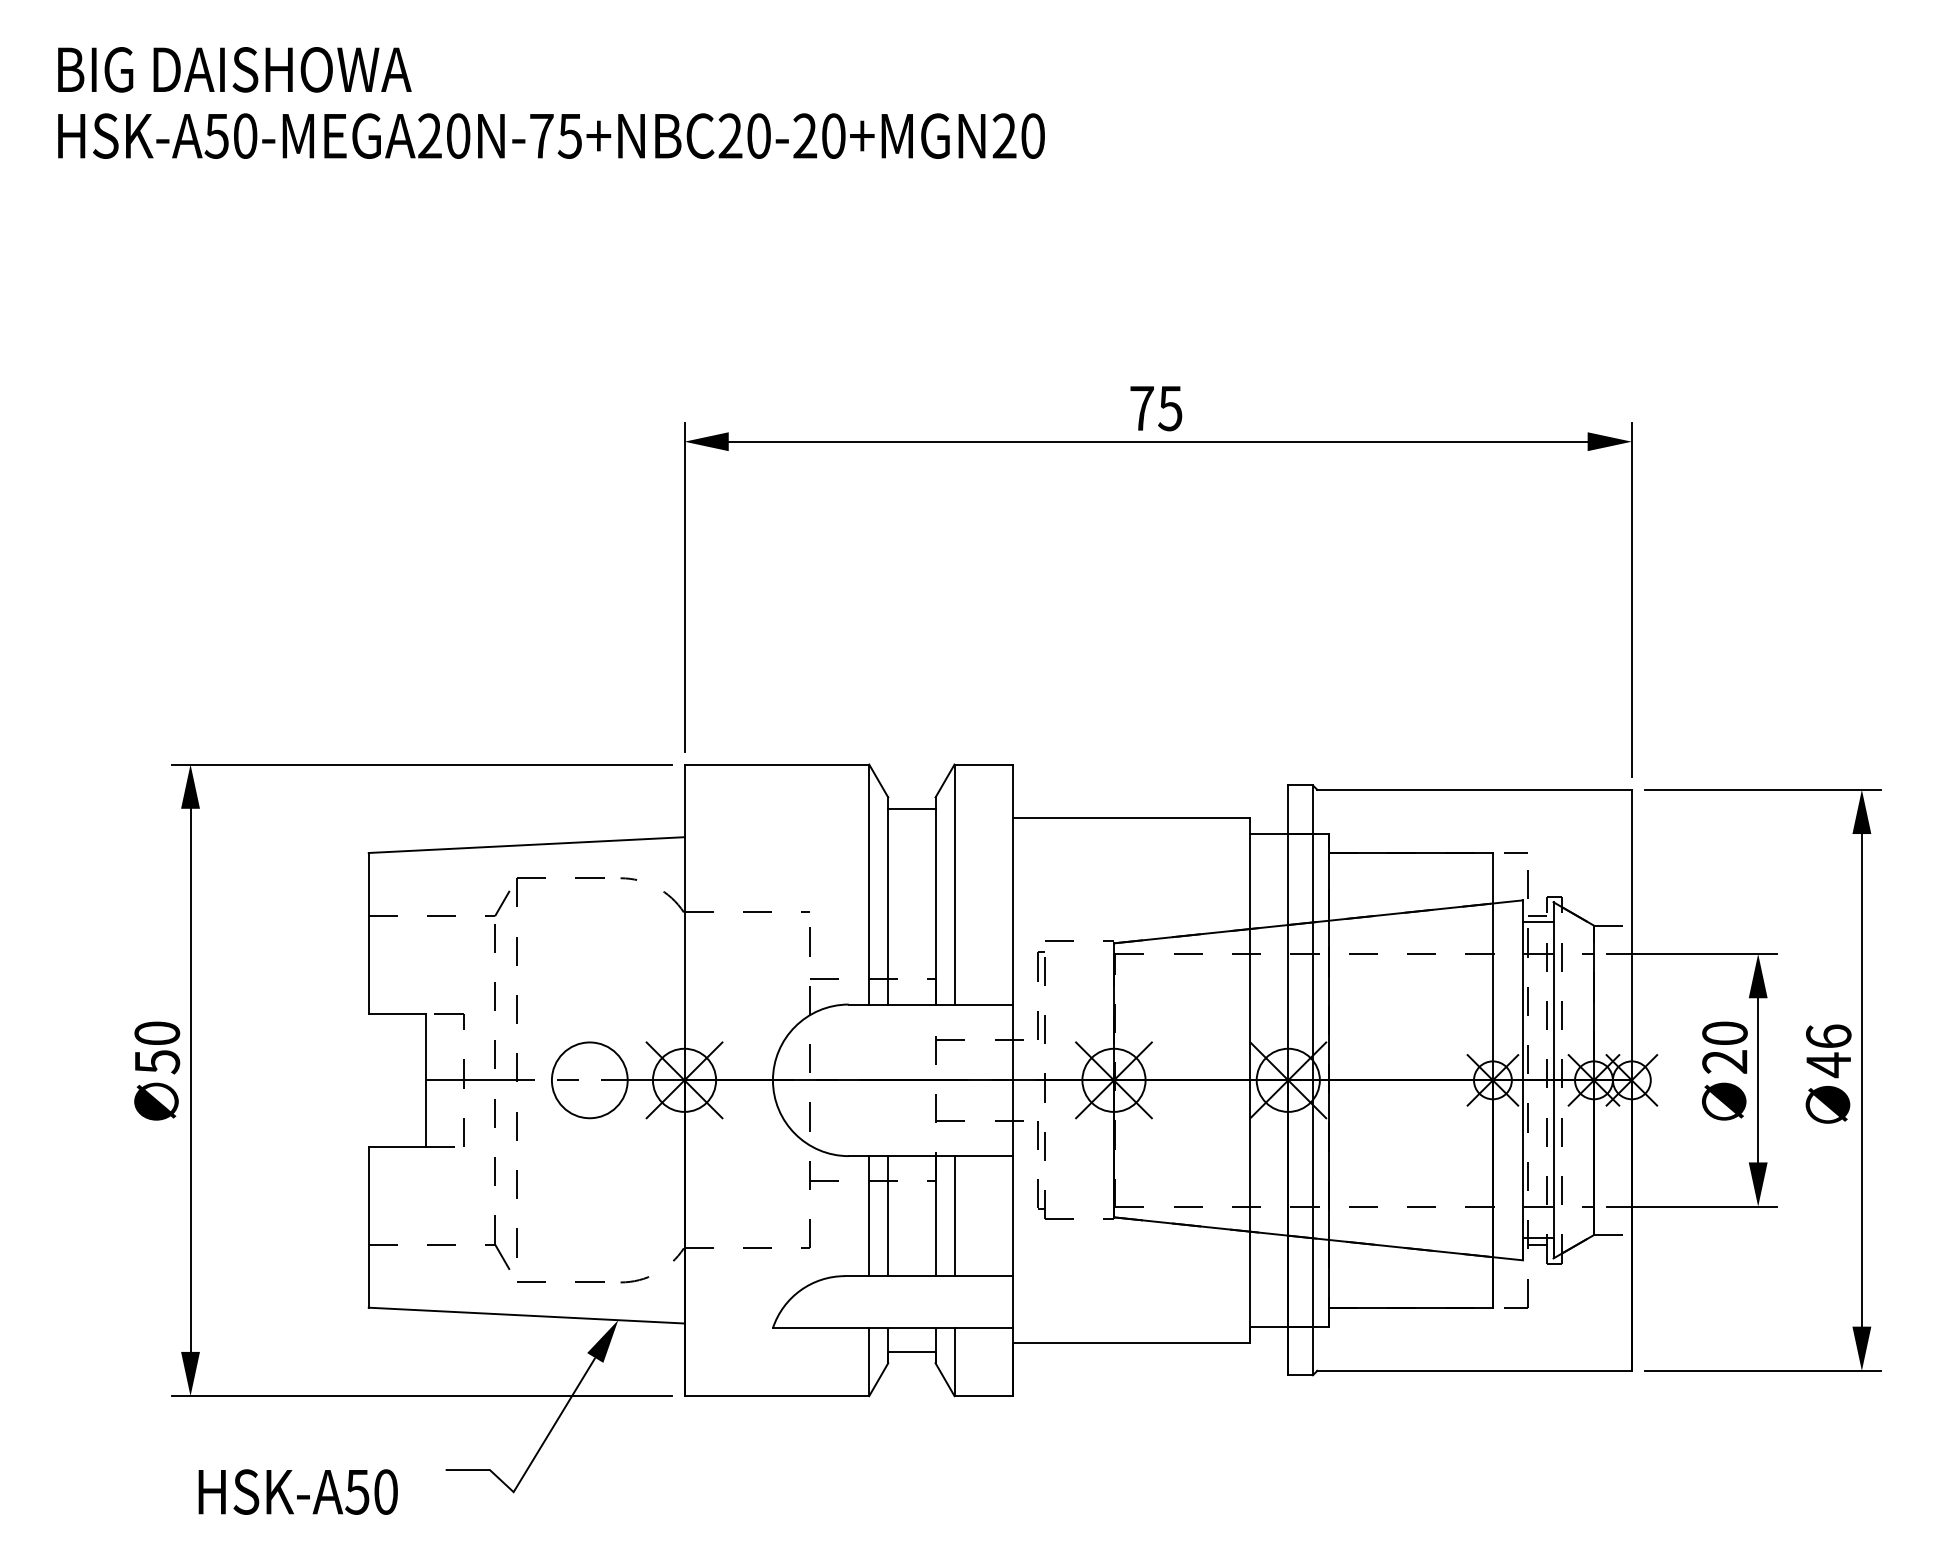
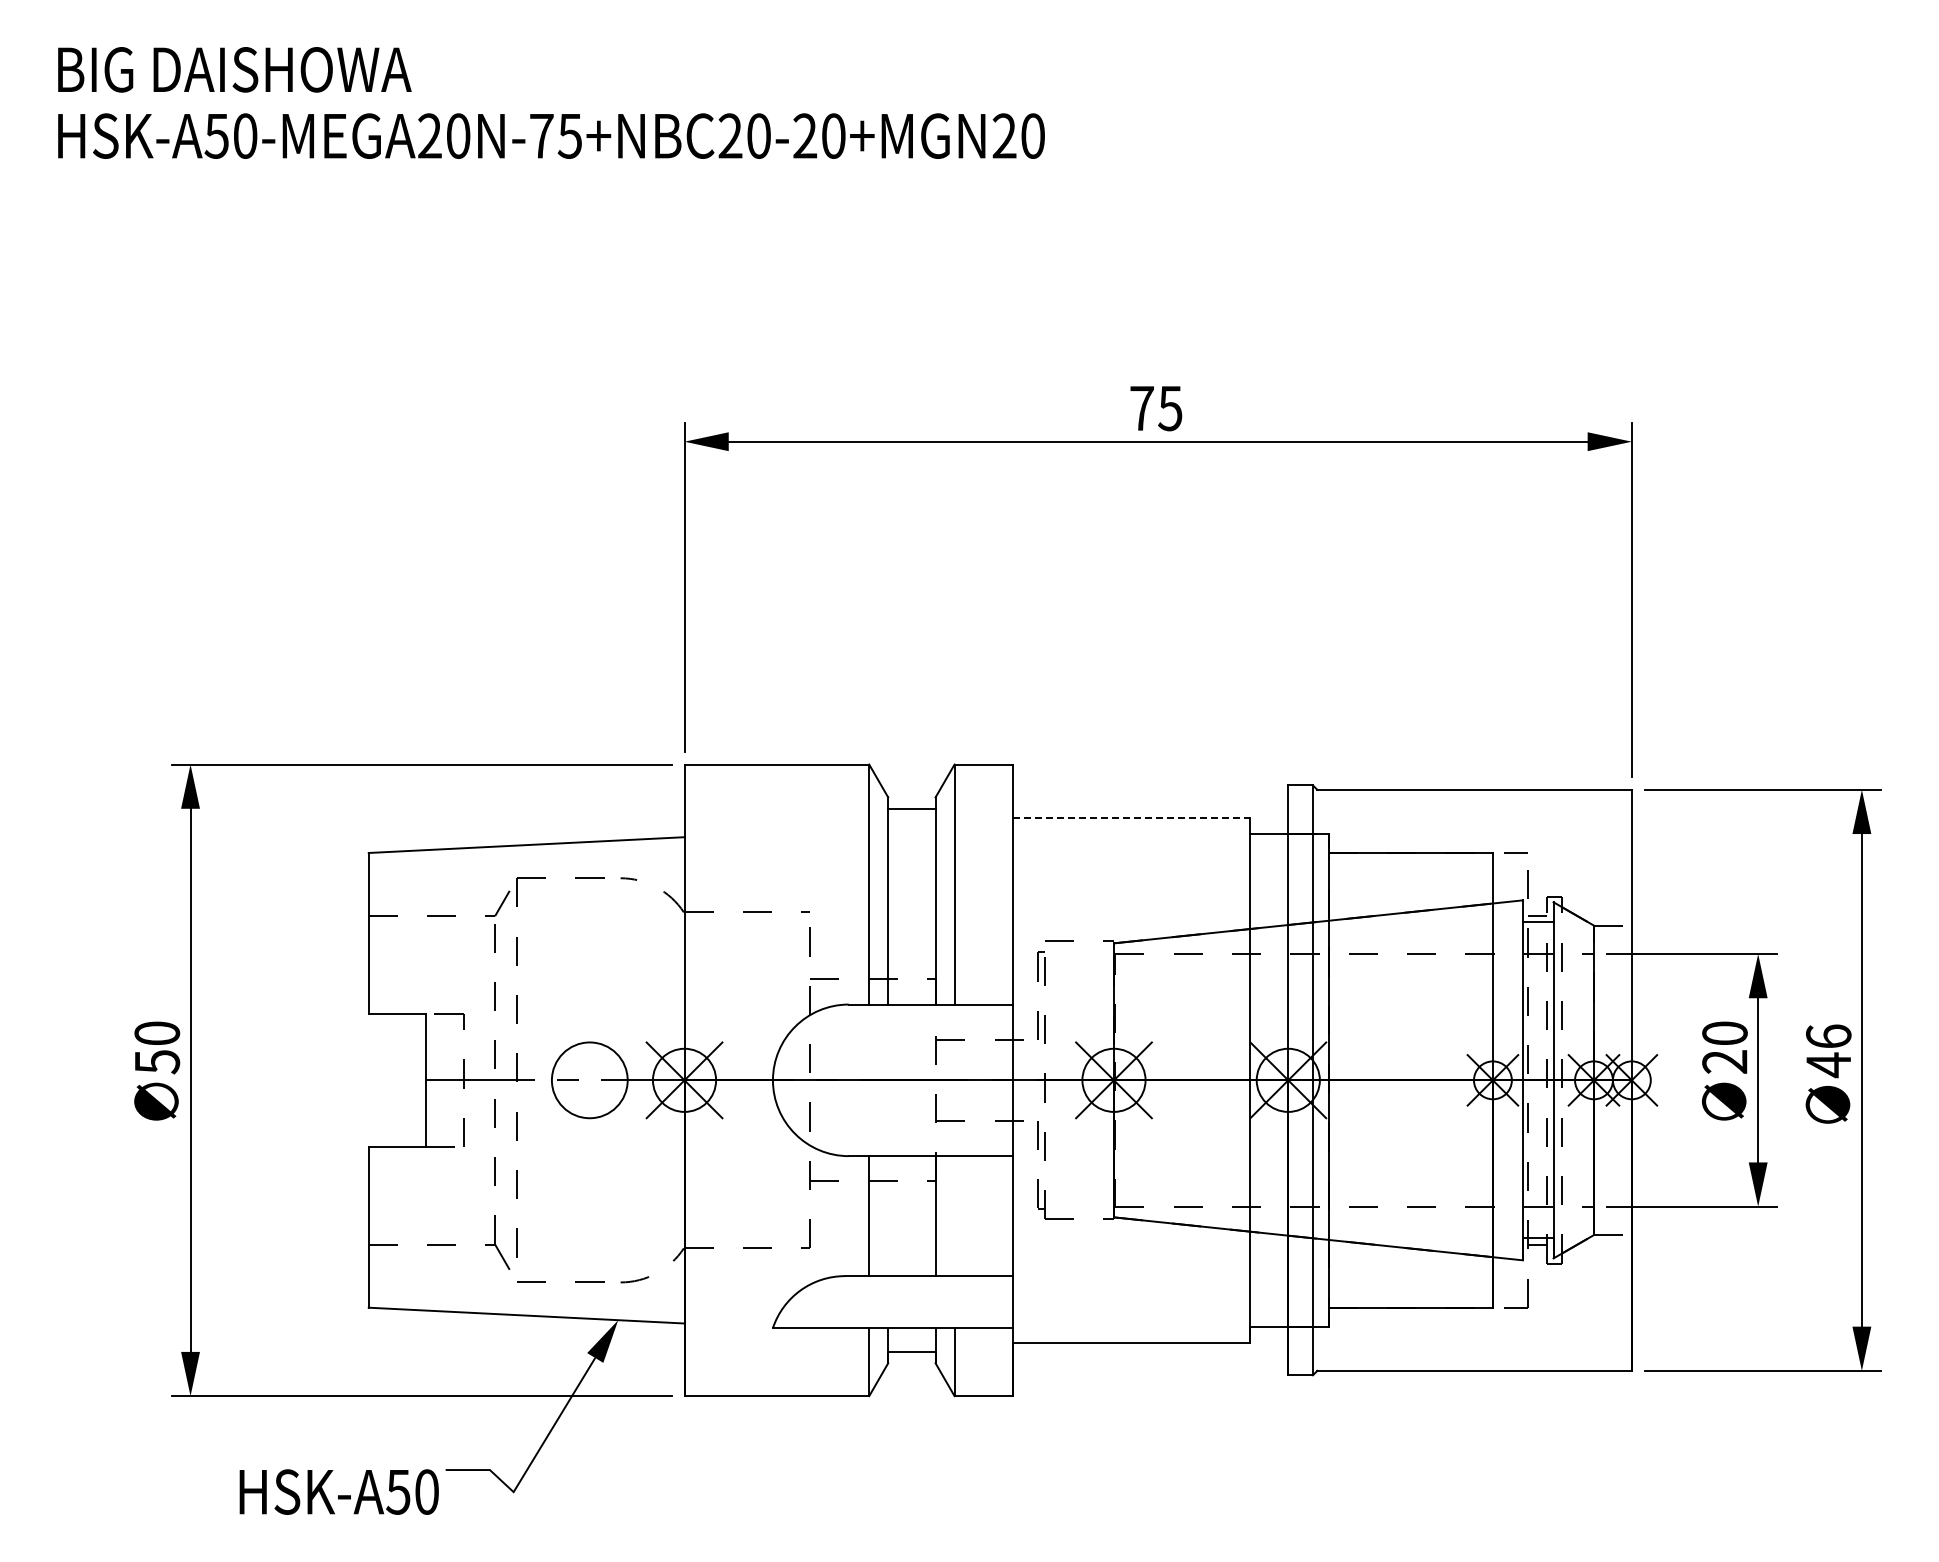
line at (1131, 817): solid -> dashed
line at (888, 1216): present -> none
line at (954, 1216): present -> none
text at (297, 1491) position: (297, 1491) -> (338, 1491)
